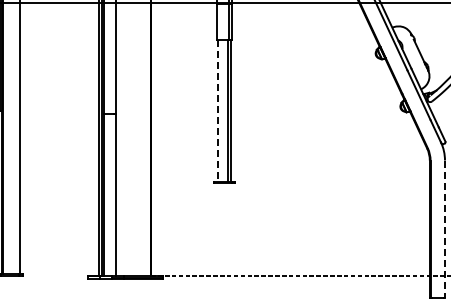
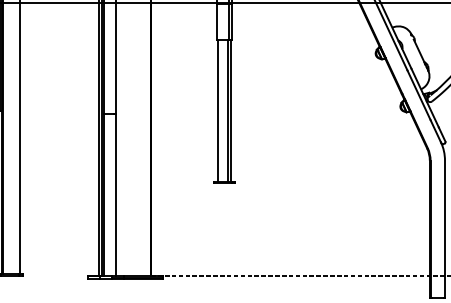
line at (218, 111): dashed -> solid
line at (444, 229): dashed -> solid
